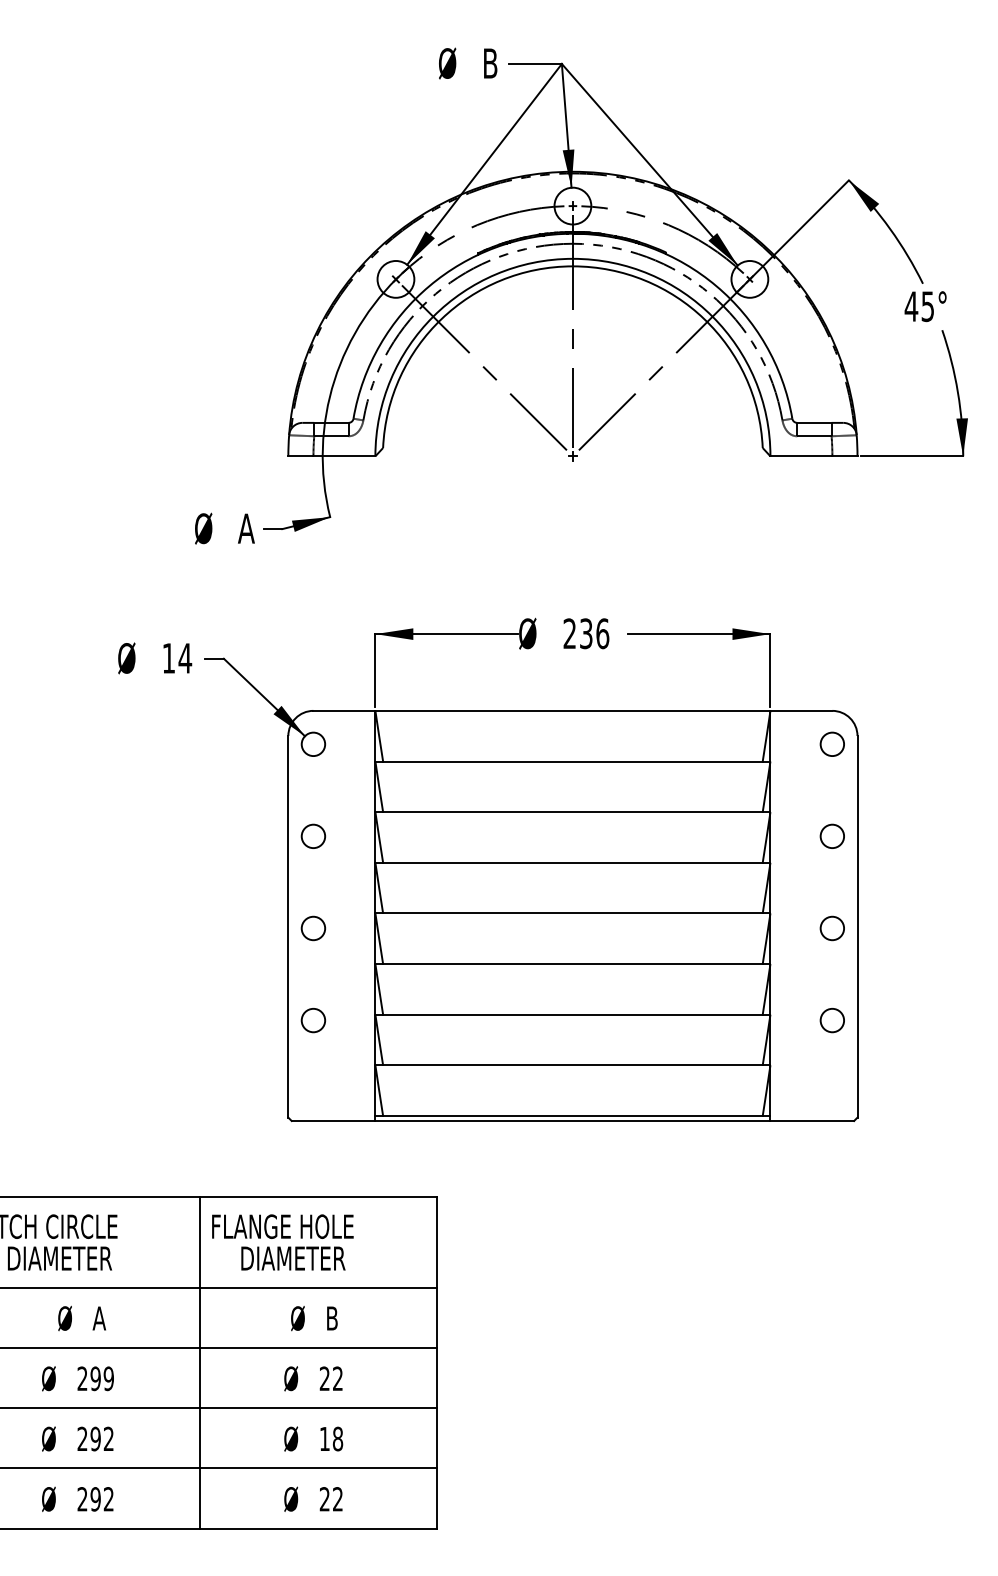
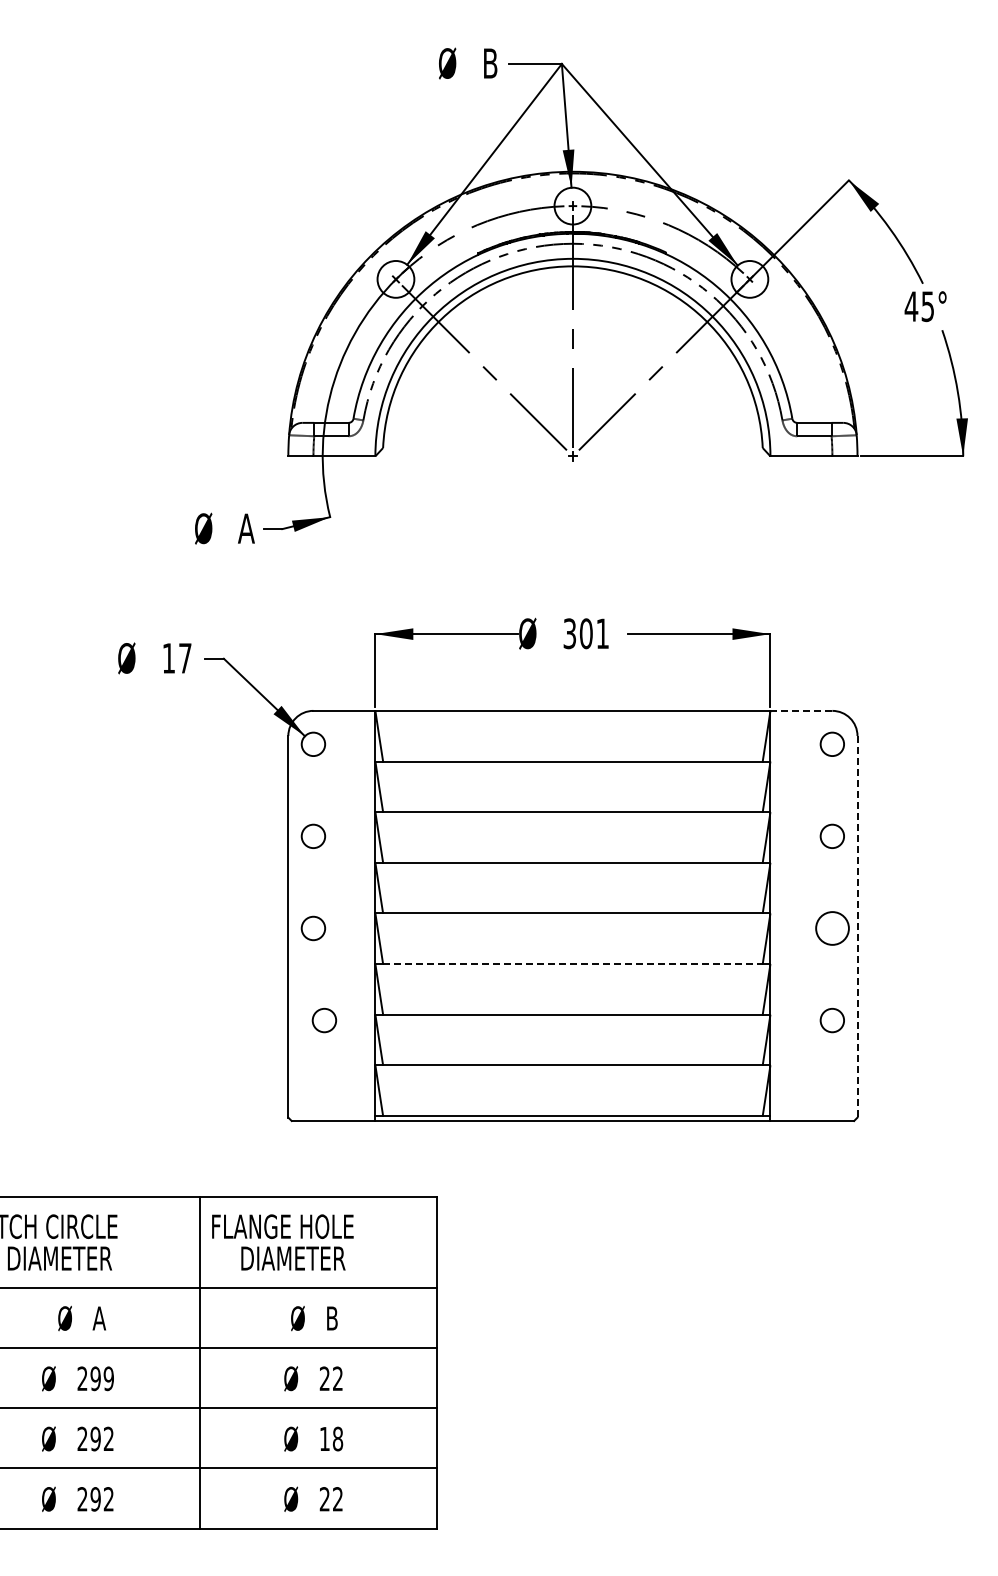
text at (586, 633): 236 -> 301
text at (185, 658): 14 -> 17
line at (801, 710): solid -> dashed
line at (857, 926): solid -> dashed
circle at (831, 928) size: 26x27 px -> 35x35 px
line at (572, 964): solid -> dashed
circle at (313, 1020) position: (313, 1020) -> (324, 1020)
